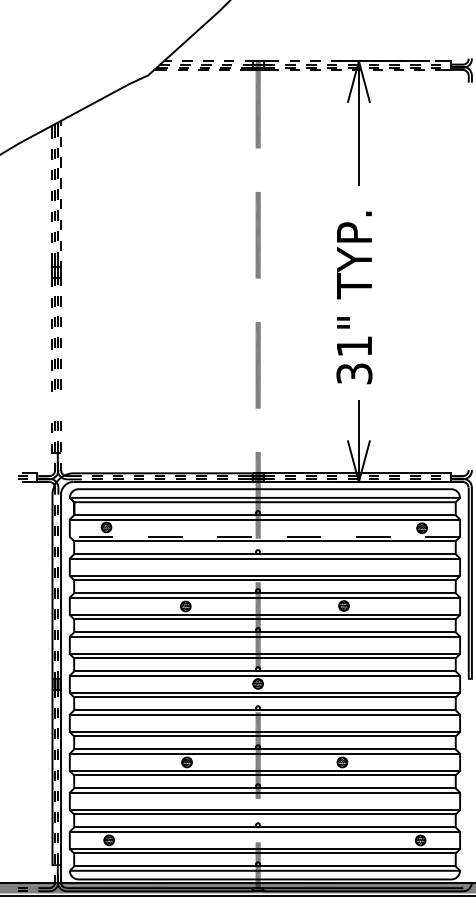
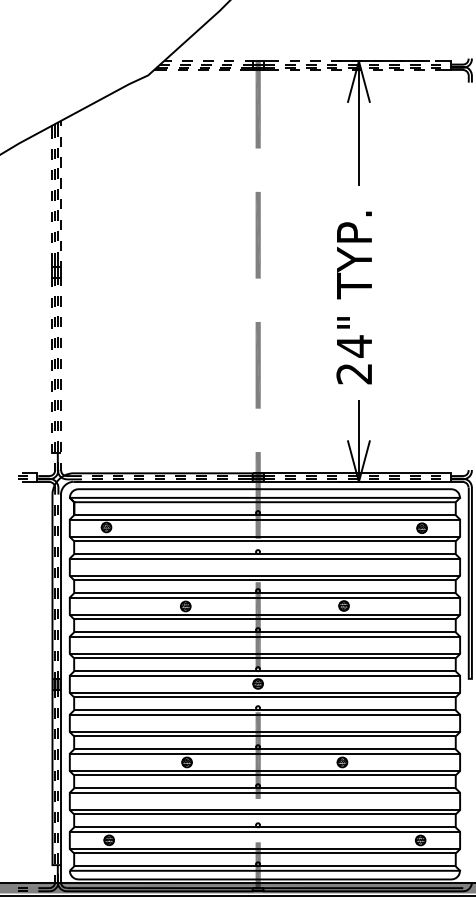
text at (354, 359): 31" -> 24"
part at (56, 405): none -> present
line at (264, 536): dashed -> solid
